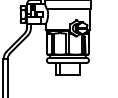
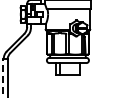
line at (3, 77): solid -> dashed
